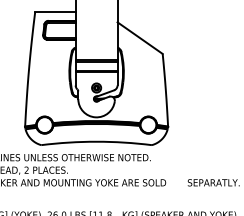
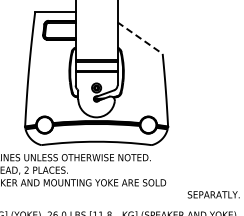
line at (140, 38): solid -> dashed
text at (213, 182) position: (213, 182) -> (213, 194)
